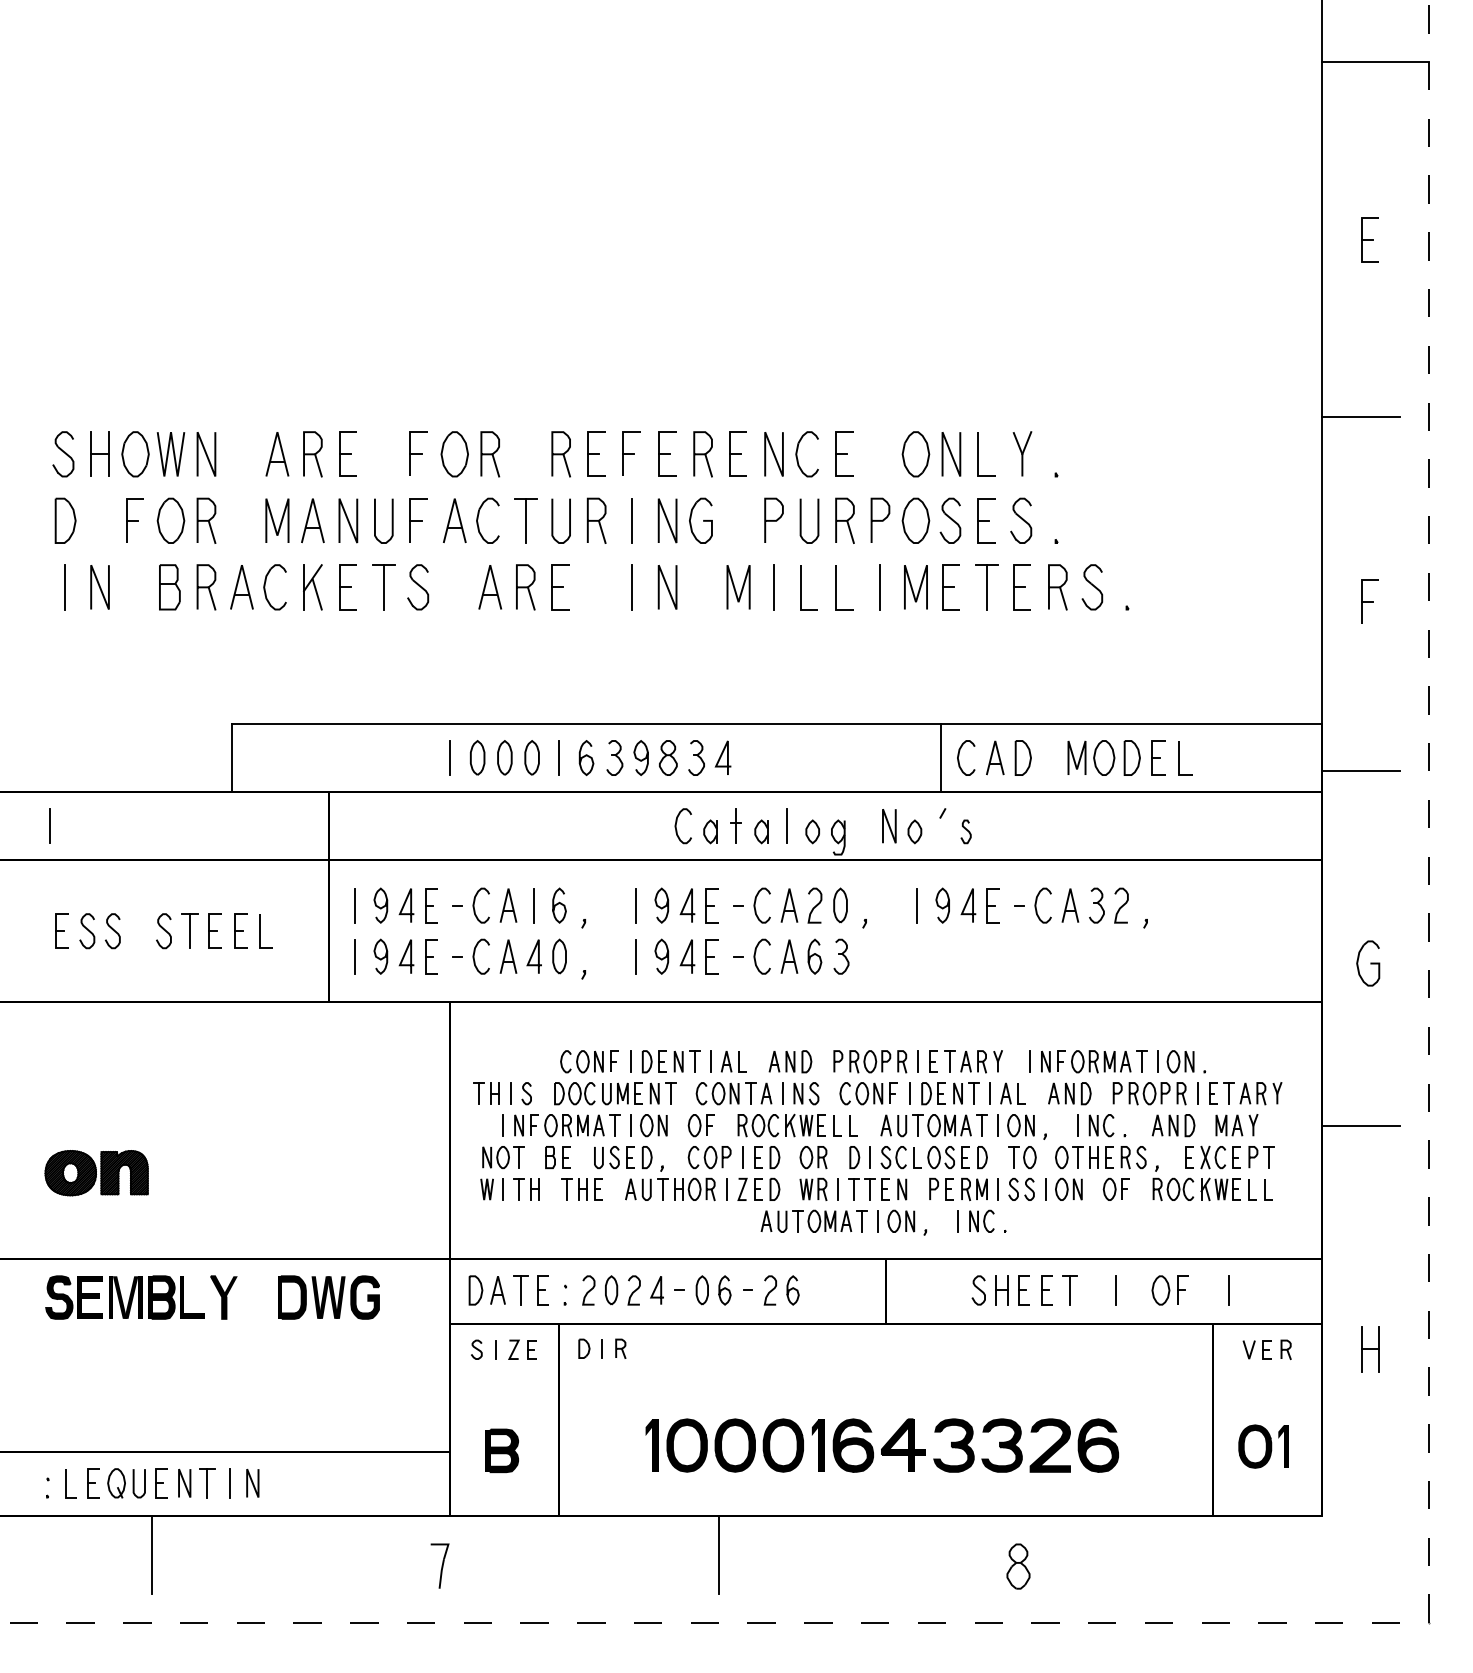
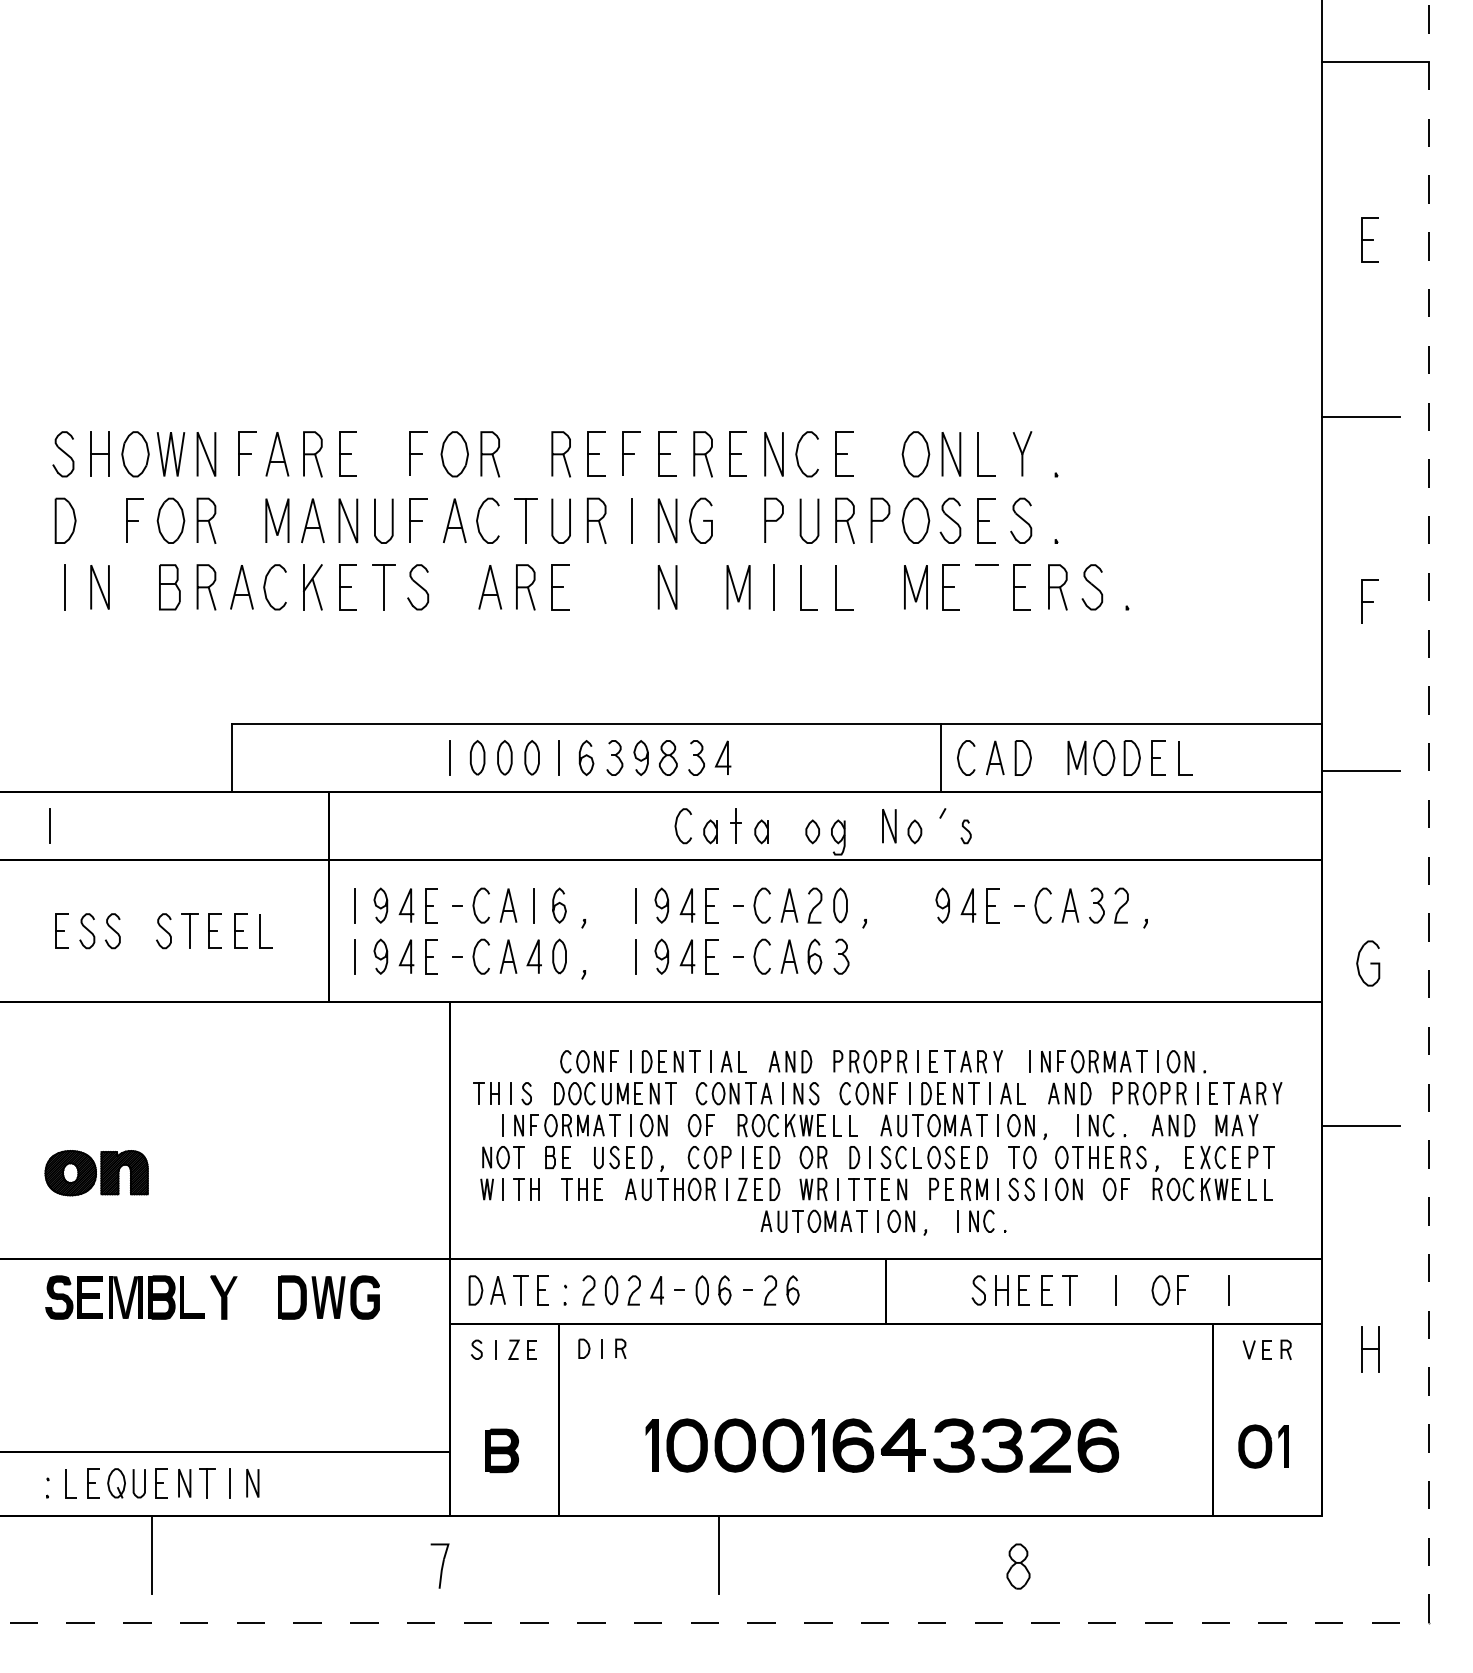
part at (247, 453): none -> present
line at (632, 587): present -> none
line at (880, 587): present -> none
line at (986, 587): present -> none
line at (786, 825): present -> none
line at (917, 905): present -> none
